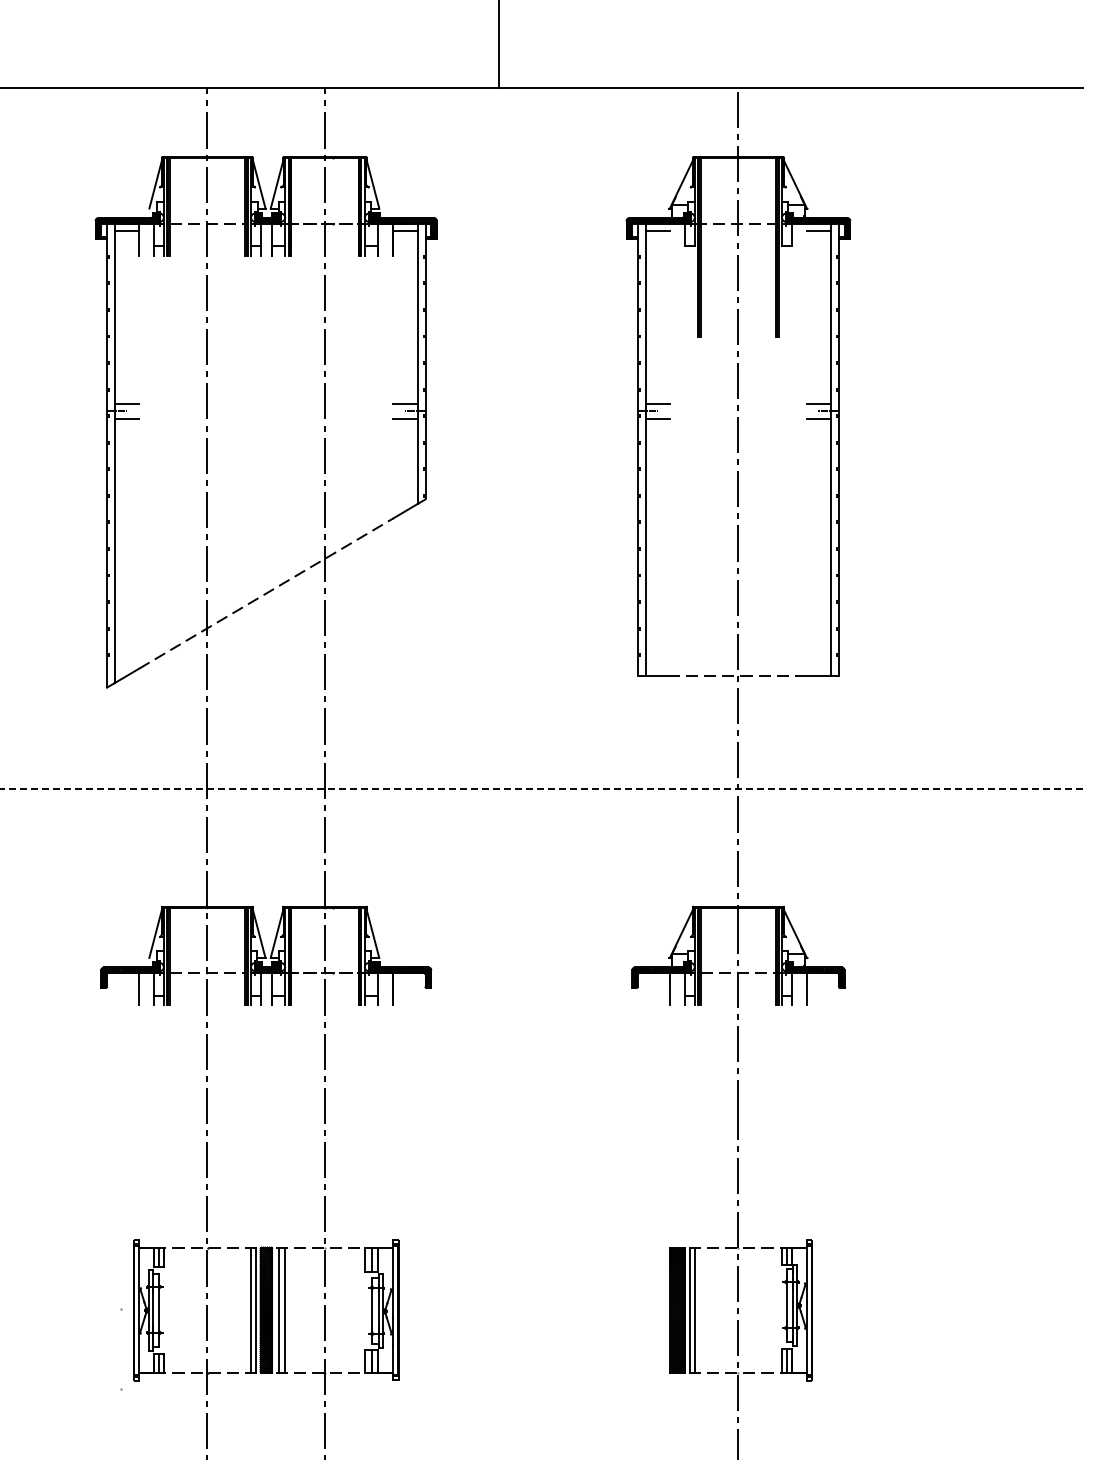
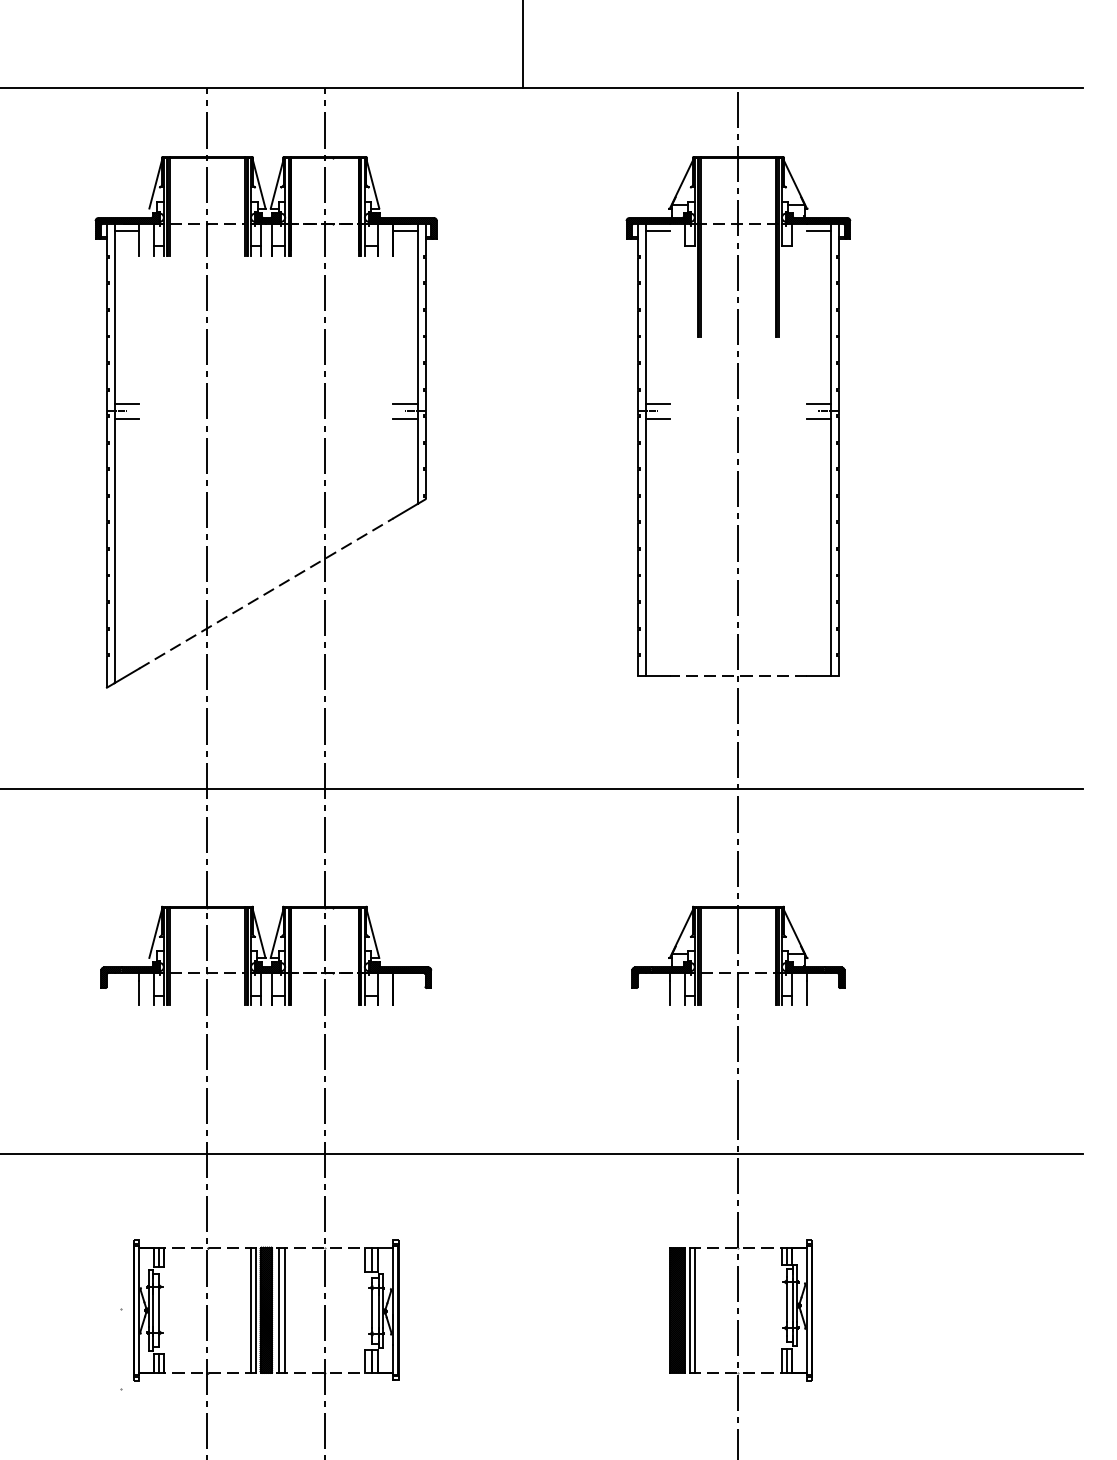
line at (498, 44) position: (498, 44) -> (522, 44)
line at (541, 789): dashed -> solid
line at (542, 1154): none -> present
